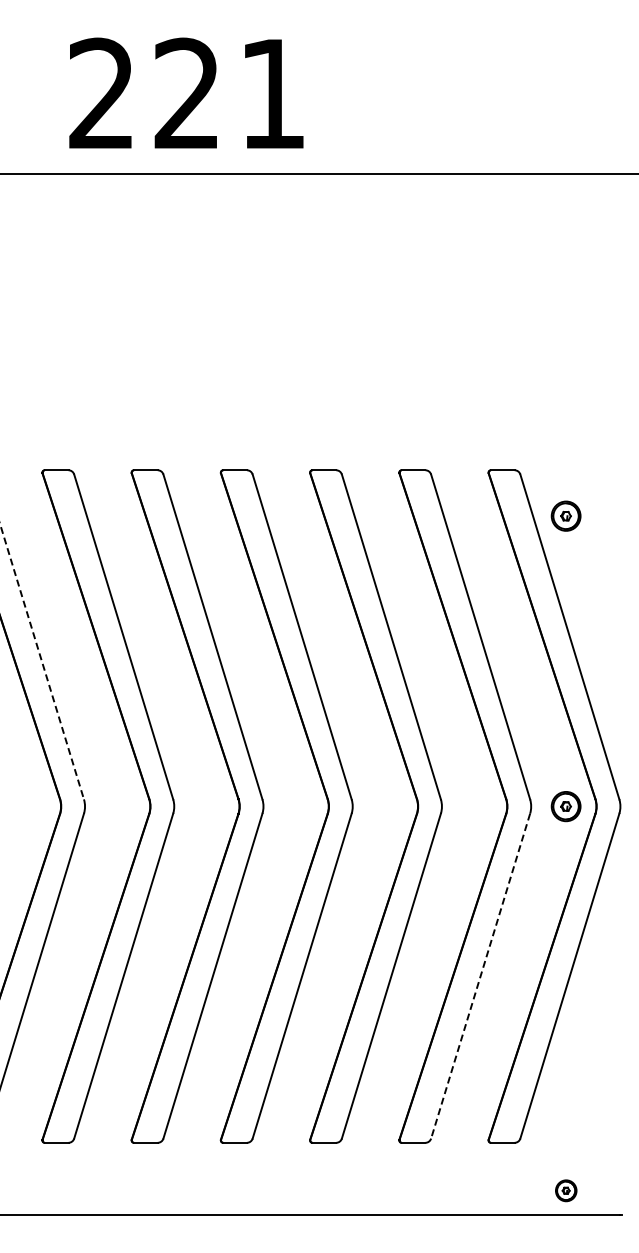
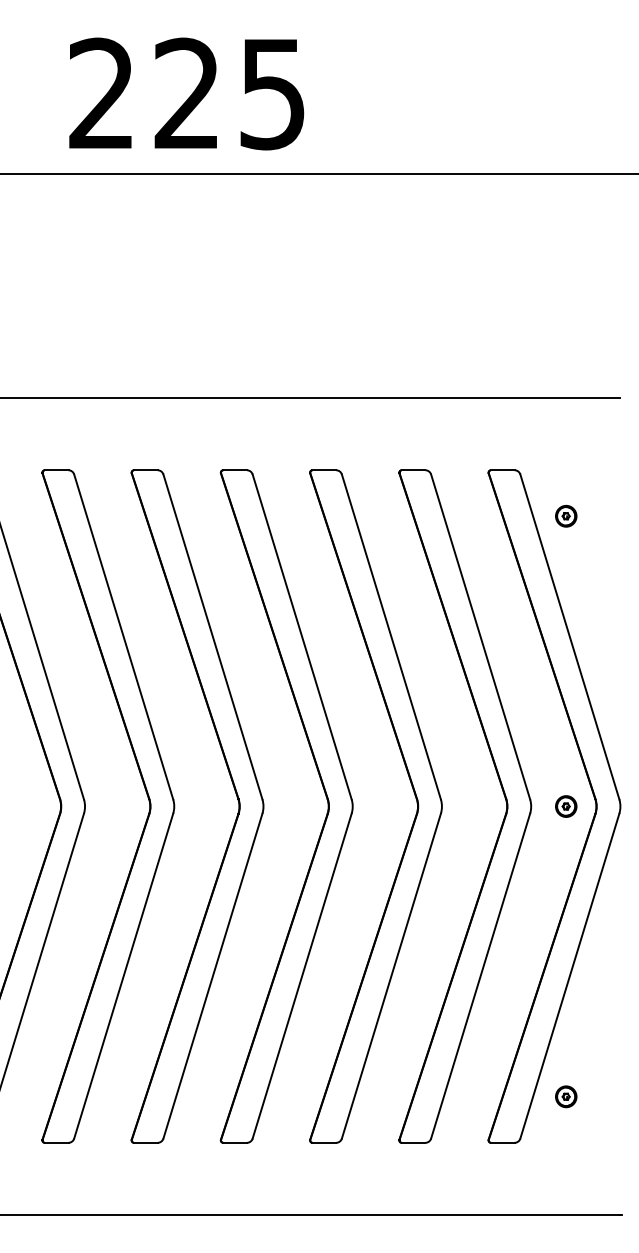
text at (272, 94): 221 -> 225
line at (310, 397): none -> present
part at (565, 515) size: 32x32 px -> 23x23 px
line at (42, 661): dashed -> solid
part at (565, 806) size: 32x32 px -> 23x23 px
line at (480, 976): dashed -> solid
part at (566, 1190) position: (566, 1190) -> (566, 1096)
